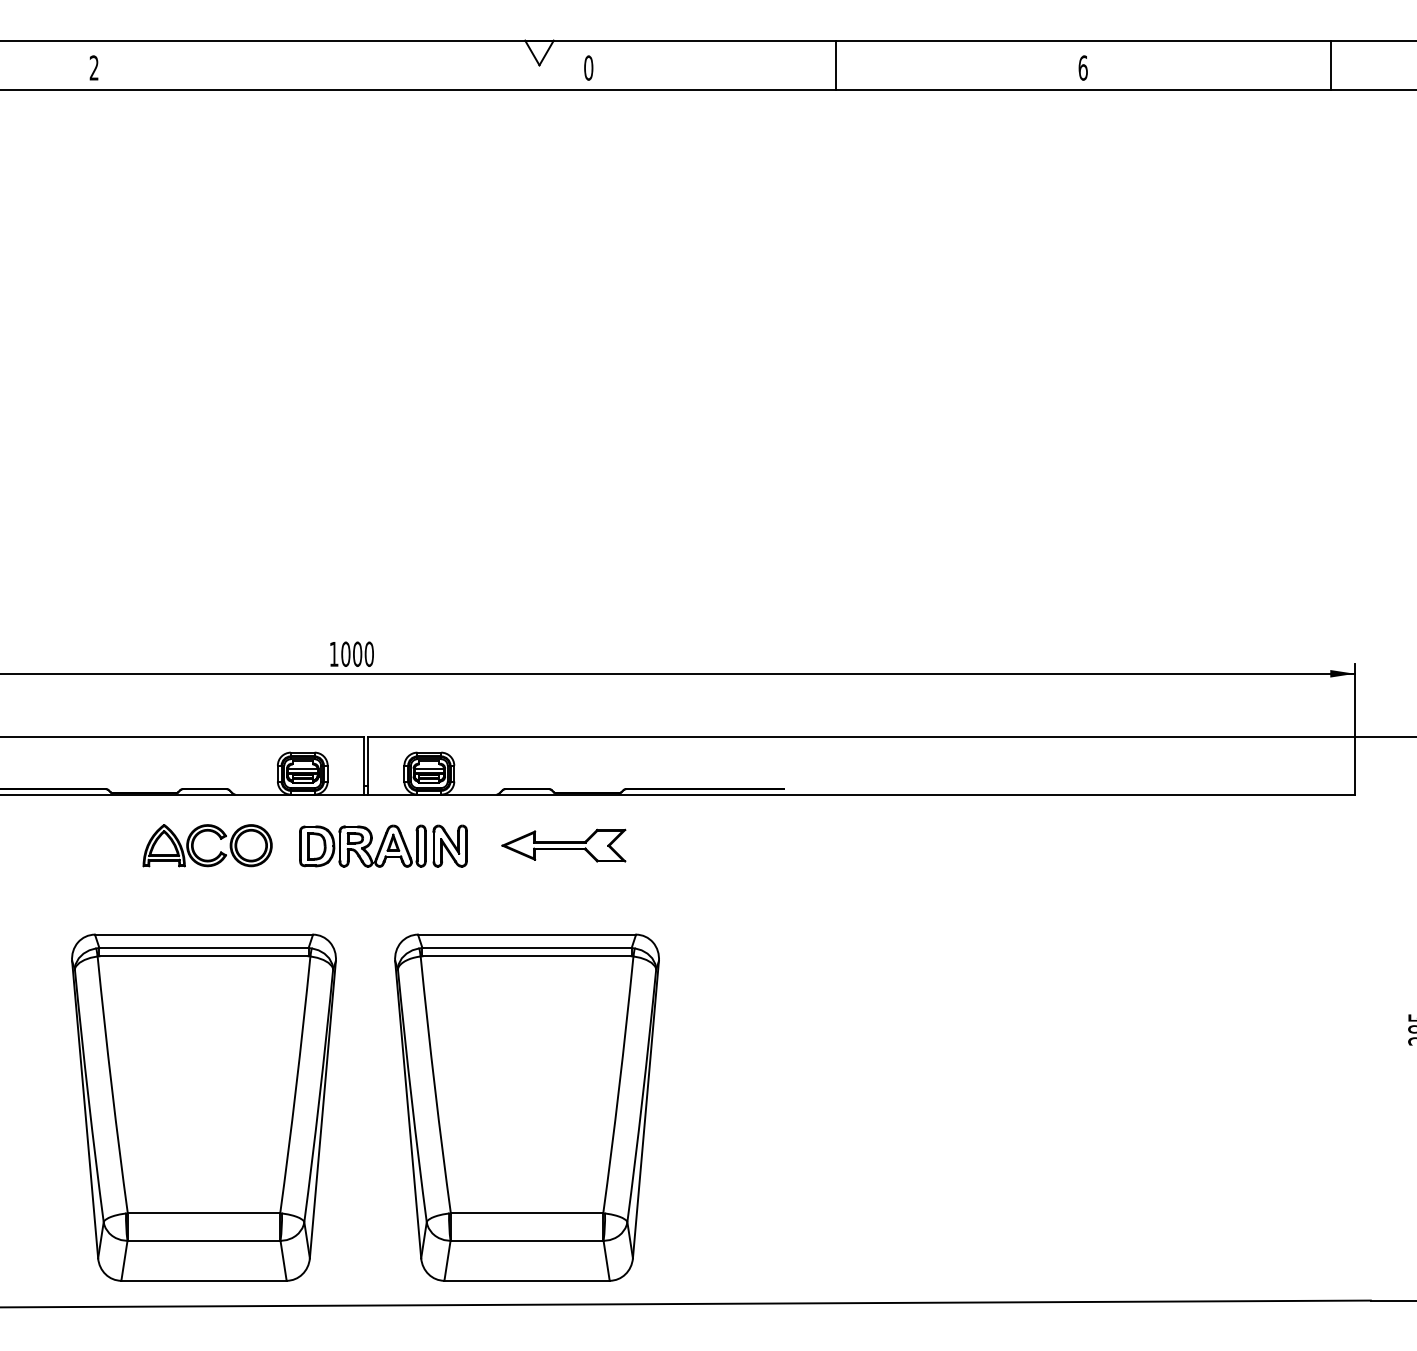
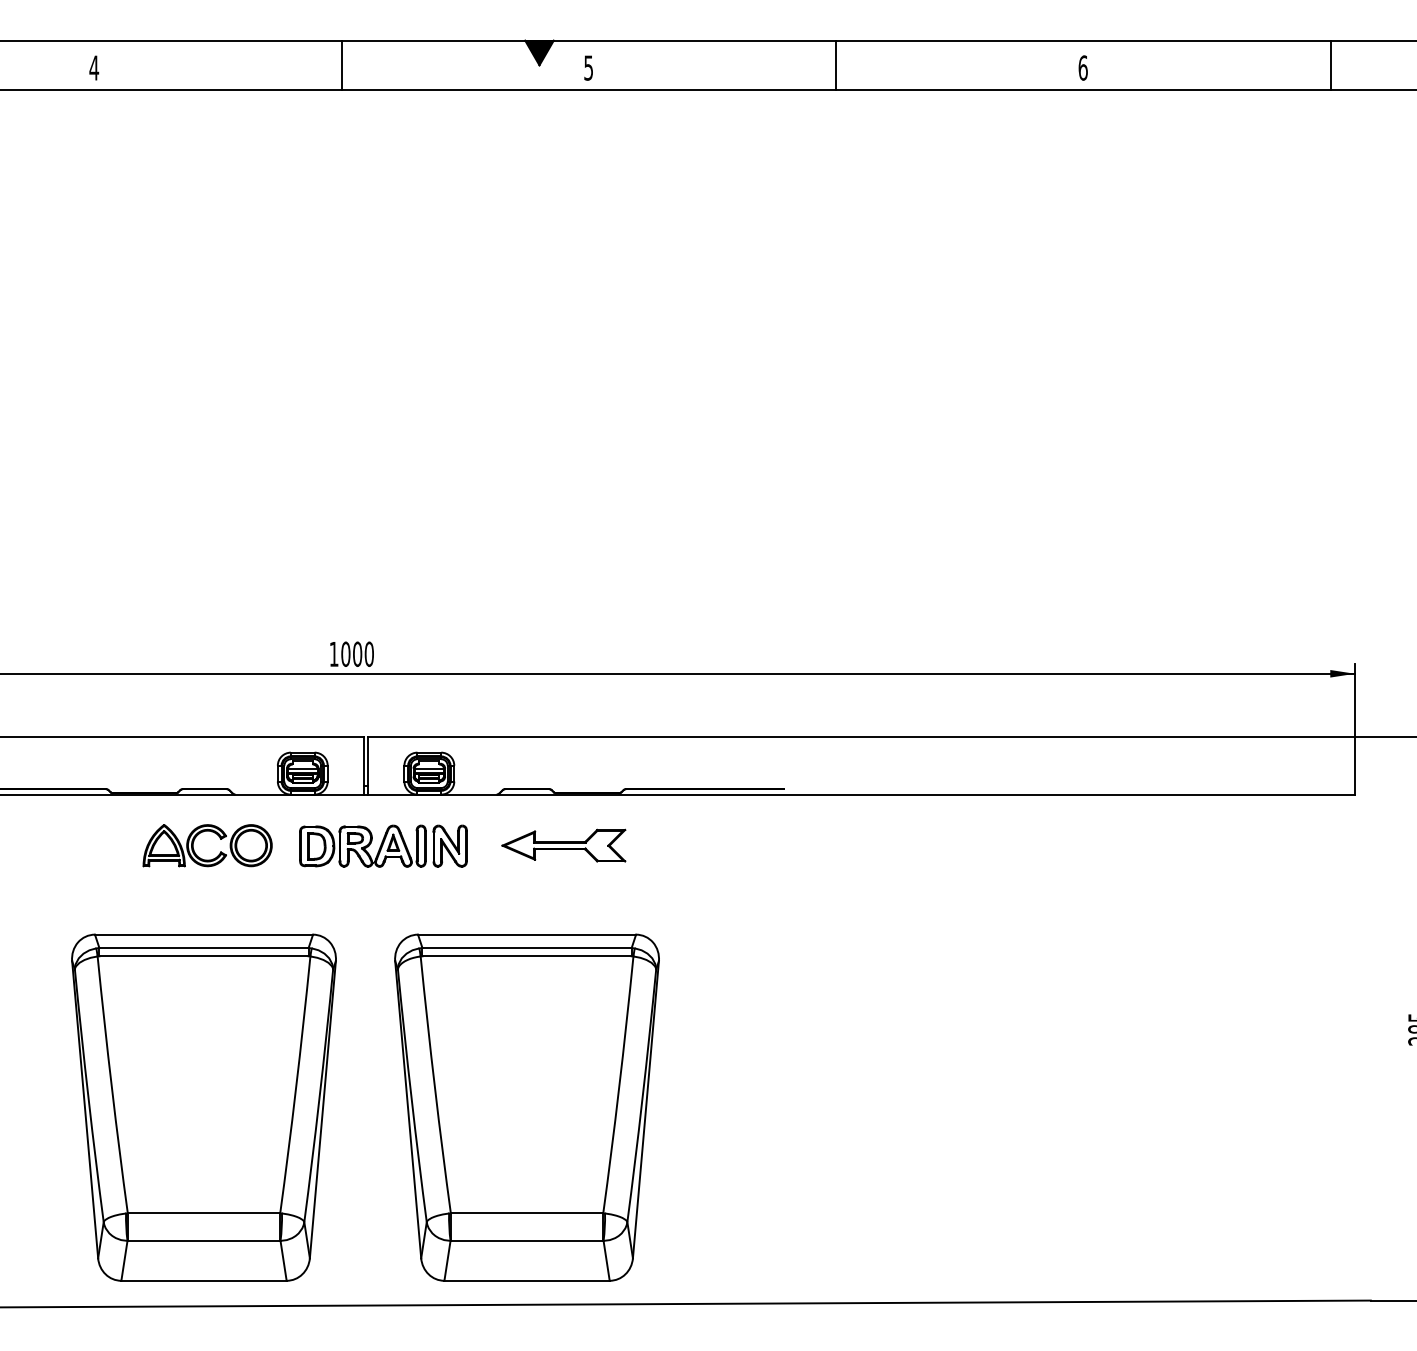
fill at (539, 52): none -> present
line at (341, 65): none -> present
text at (94, 67): 2 -> 4
text at (588, 67): 0 -> 5
